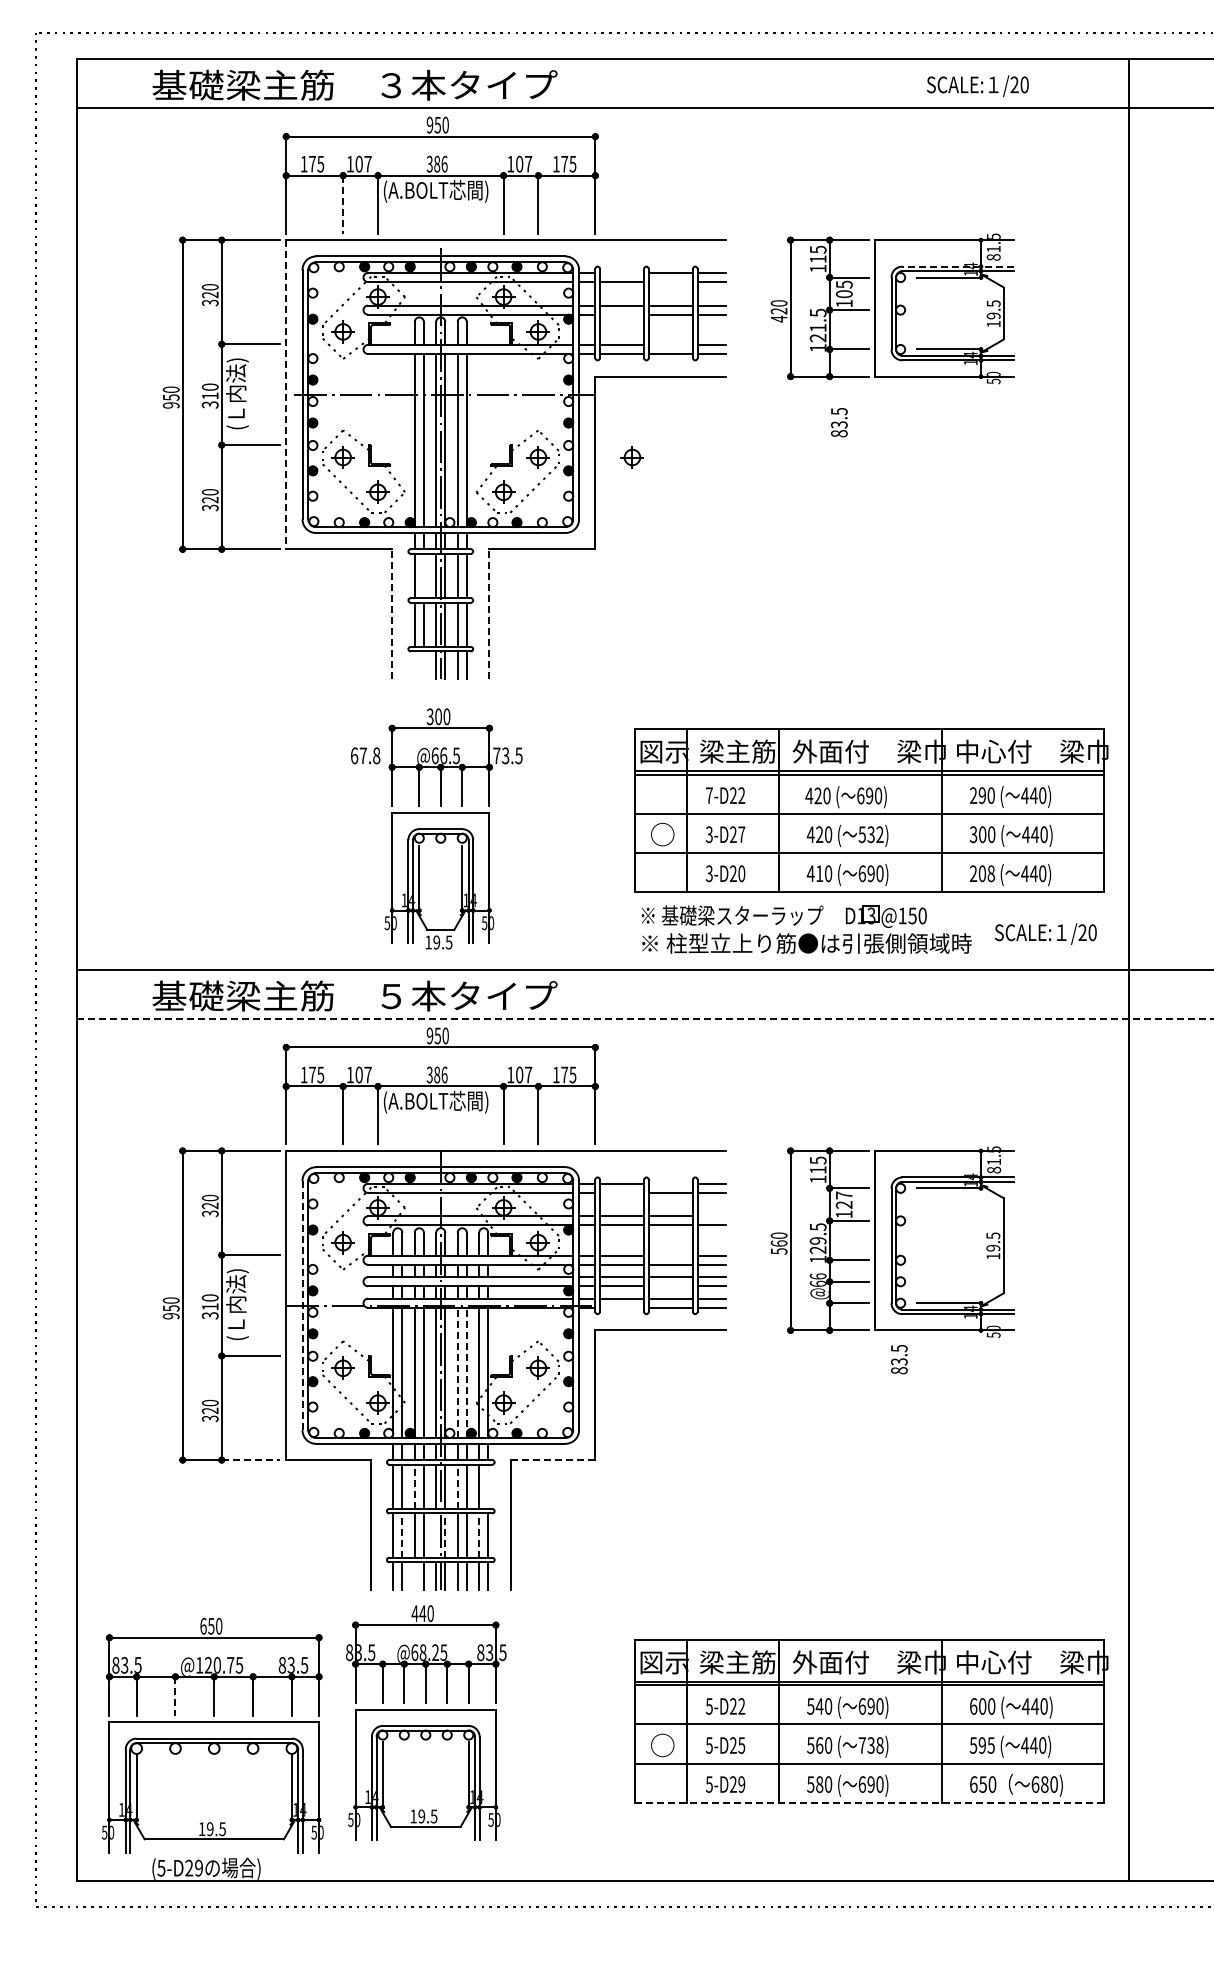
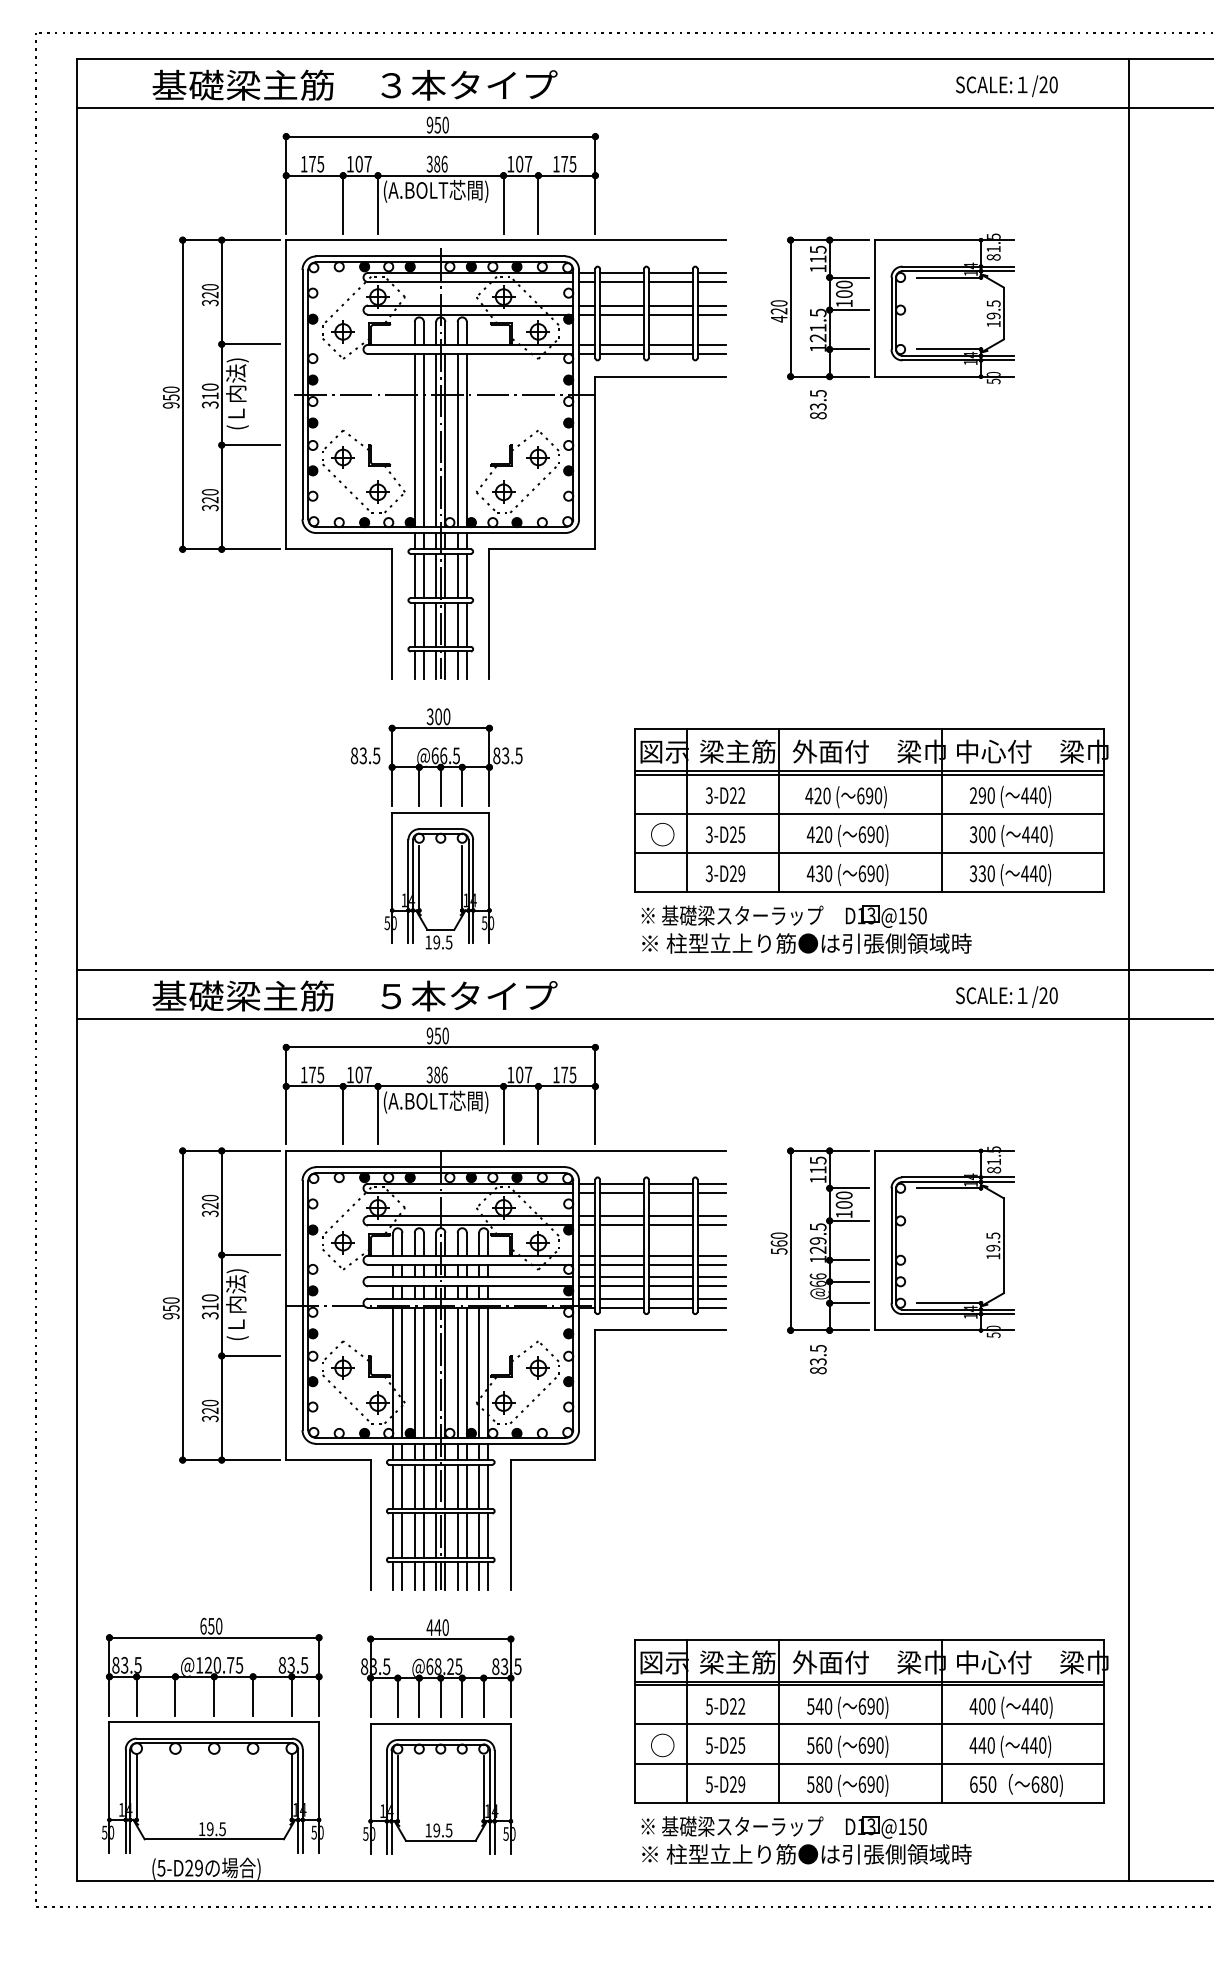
text at (977, 86) position: (977, 86) -> (1006, 86)
line at (343, 204): dashed -> solid
line at (957, 266): dashed -> solid
line at (621, 272): none -> present
line at (670, 282): none -> present
text at (844, 284): 105 -> 100
line at (621, 314): none -> present
line at (670, 344): none -> present
line at (286, 394): dashed -> solid
text at (839, 422) position: (839, 422) -> (818, 404)
part at (631, 457): present -> none
line at (423, 575): none -> present
line at (392, 613): dashed -> solid
line at (489, 613): dashed -> solid
line at (414, 665): none -> present
line at (423, 665): none -> present
text at (365, 755): 67.8 -> 83.5
text at (496, 755): 73.5 -> 83.5
text at (709, 795): 7-D22 -> 3-D22
text at (741, 834): 3-D27 -> 3-D25
text at (870, 834): 532) -> 690)
text at (741, 873): 3-D20 -> 3-D29
text at (819, 873): 410 -> 430
text at (981, 873): 208 -> 330
text at (1045, 933) position: (1045, 933) -> (1006, 996)
line at (645, 1018): dashed -> solid
line at (670, 1183): none -> present
line at (621, 1192): none -> present
text at (843, 1199): 127 -> 100
line at (711, 1216): none -> present
line at (670, 1255): none -> present
line at (670, 1286): none -> present
line at (302, 1305): dashed -> solid
line at (621, 1307): none -> present
text at (899, 1359) position: (899, 1359) -> (818, 1359)
line at (457, 1372): dashed -> solid
line at (466, 1372): dashed -> solid
line at (250, 1460): dashed -> solid
line at (553, 1460): dashed -> solid
line at (414, 1486): dashed -> solid
line at (457, 1486): dashed -> solid
line at (488, 1486): none -> present
line at (402, 1535): dashed -> solid
line at (436, 1535): none -> present
line at (445, 1535): dashed -> solid
line at (479, 1535): dashed -> solid
line at (414, 1576): none -> present
line at (175, 1696): dashed -> solid
text at (973, 1706): 600 -> 400
part at (426, 1722) position: (426, 1722) -> (441, 1736)
text at (870, 1745): 738) -> 690)
text at (981, 1745): 595 -> 440
line at (869, 1802): dashed -> solid
part at (806, 1840): none -> present
